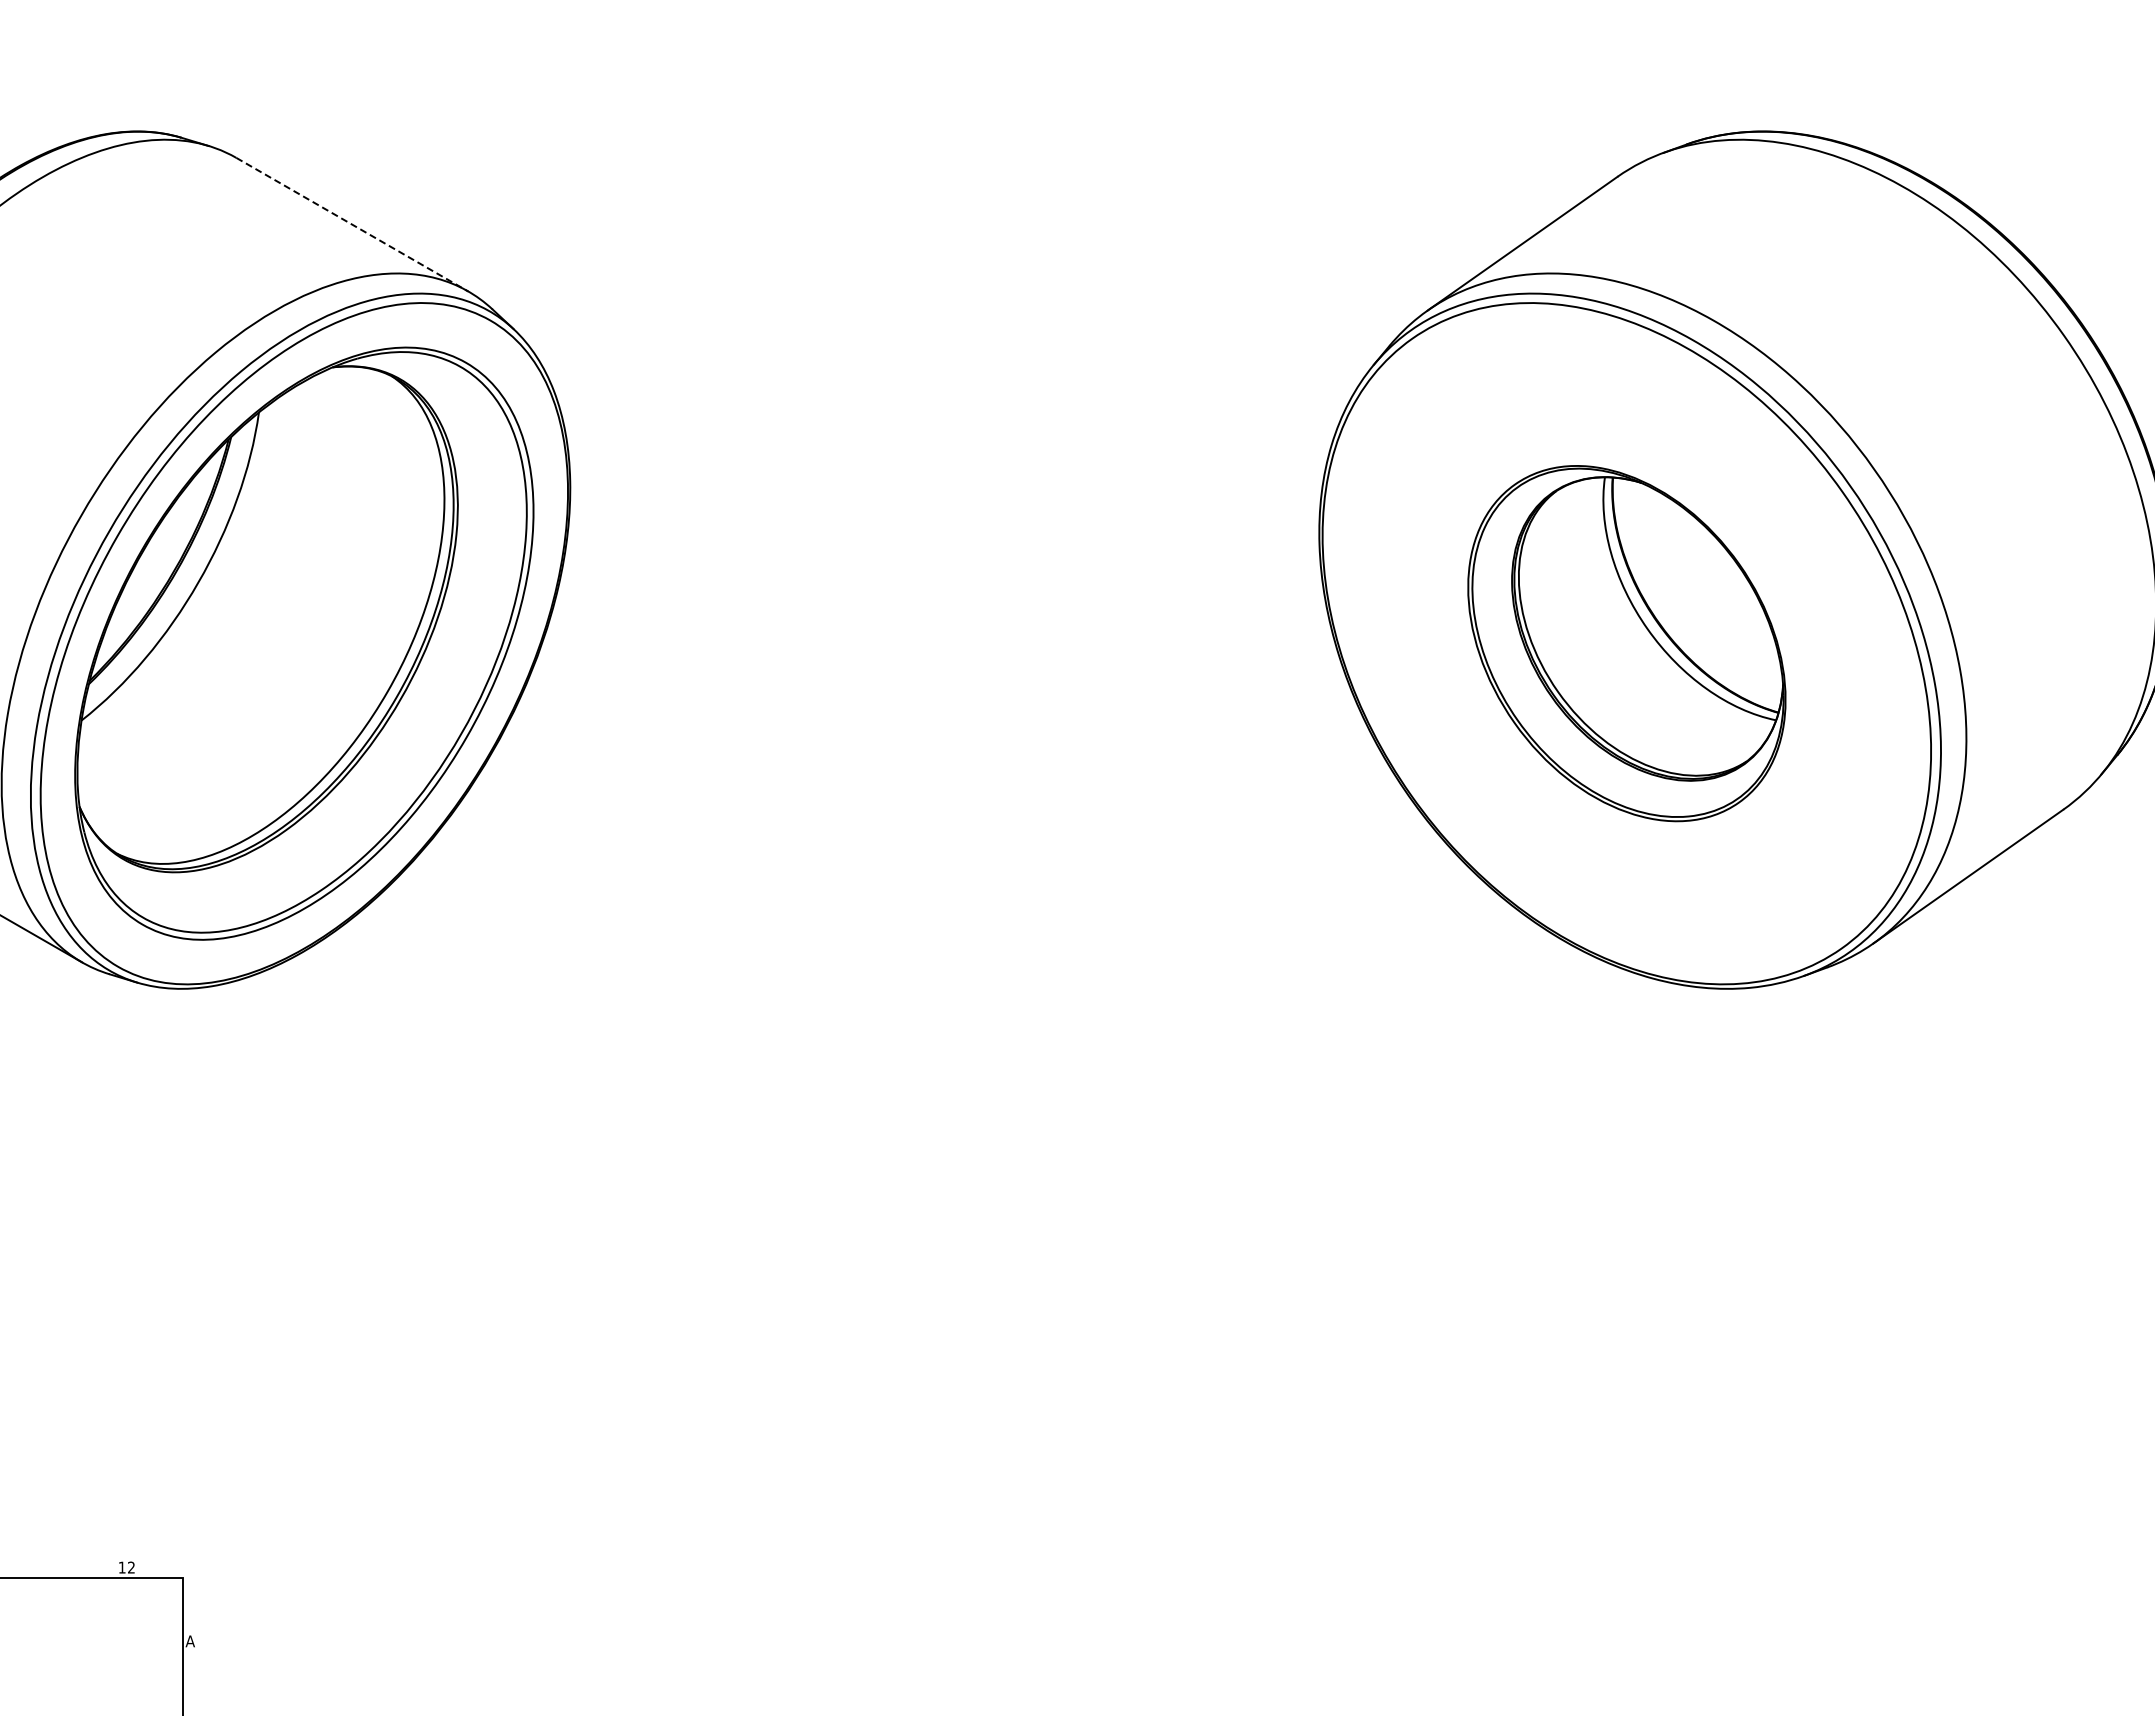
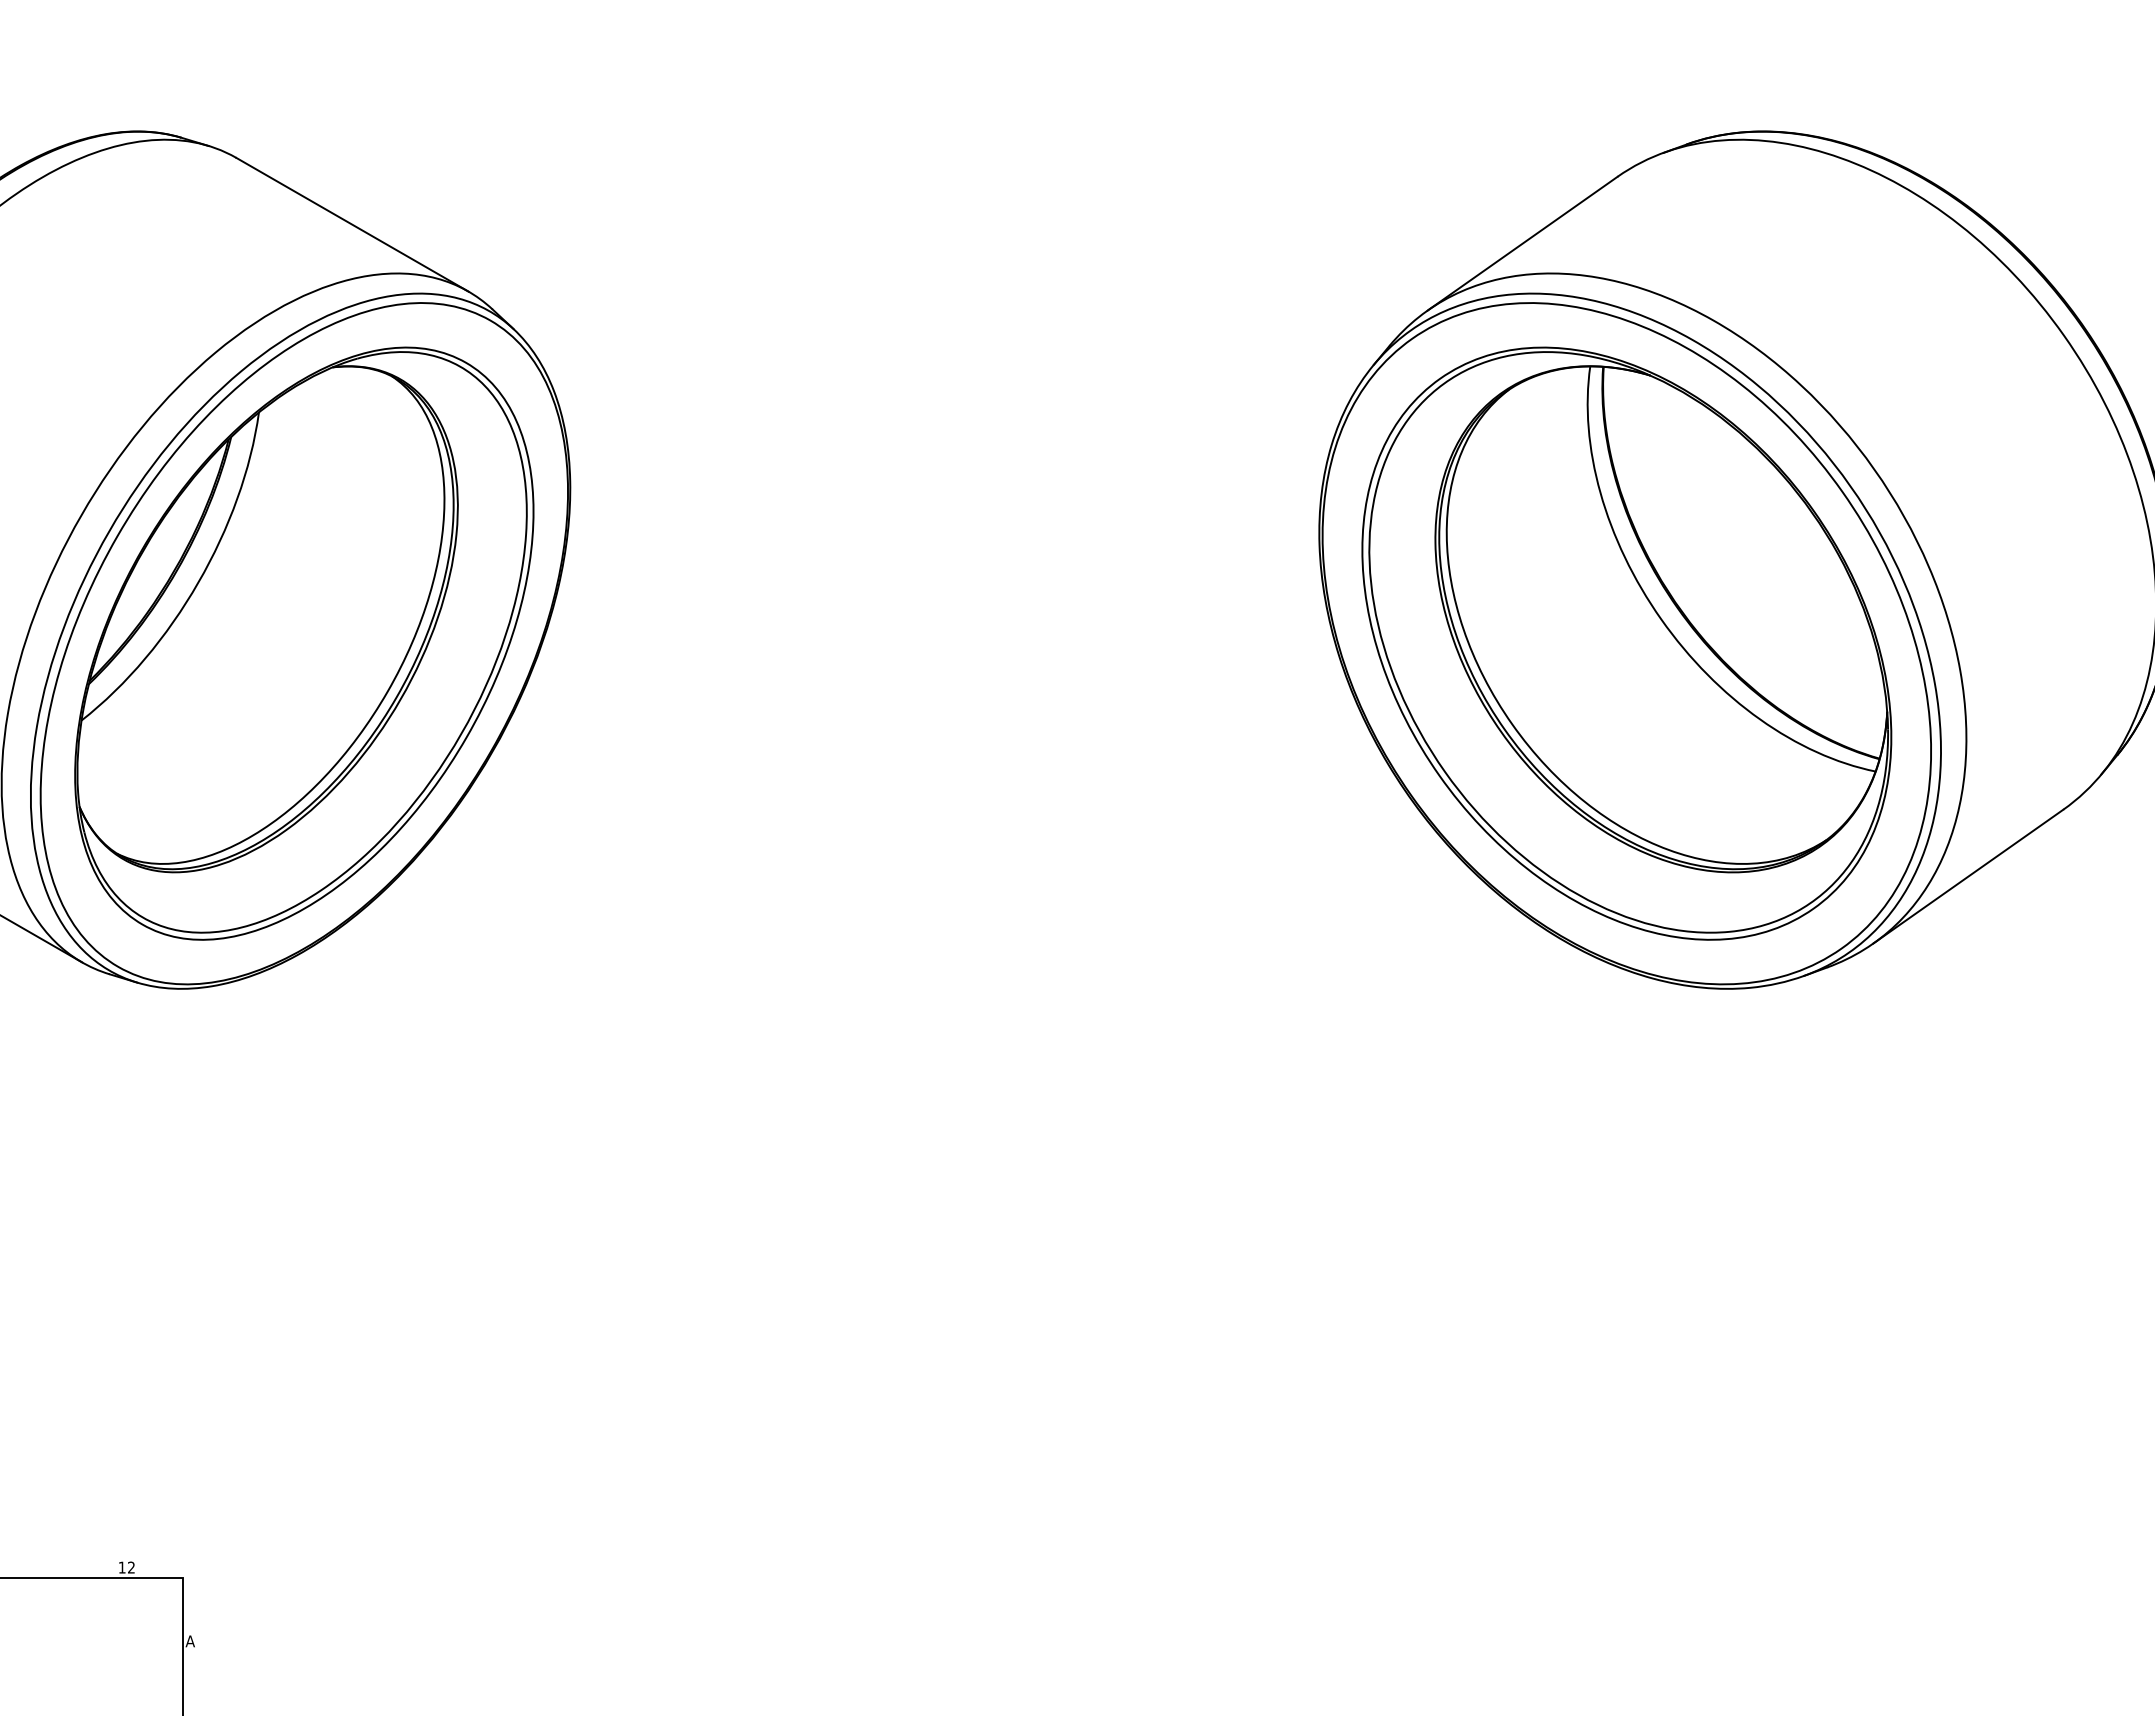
line at (352, 224): dashed -> solid
part at (1626, 643) size: 320x358 px -> 532x595 px
